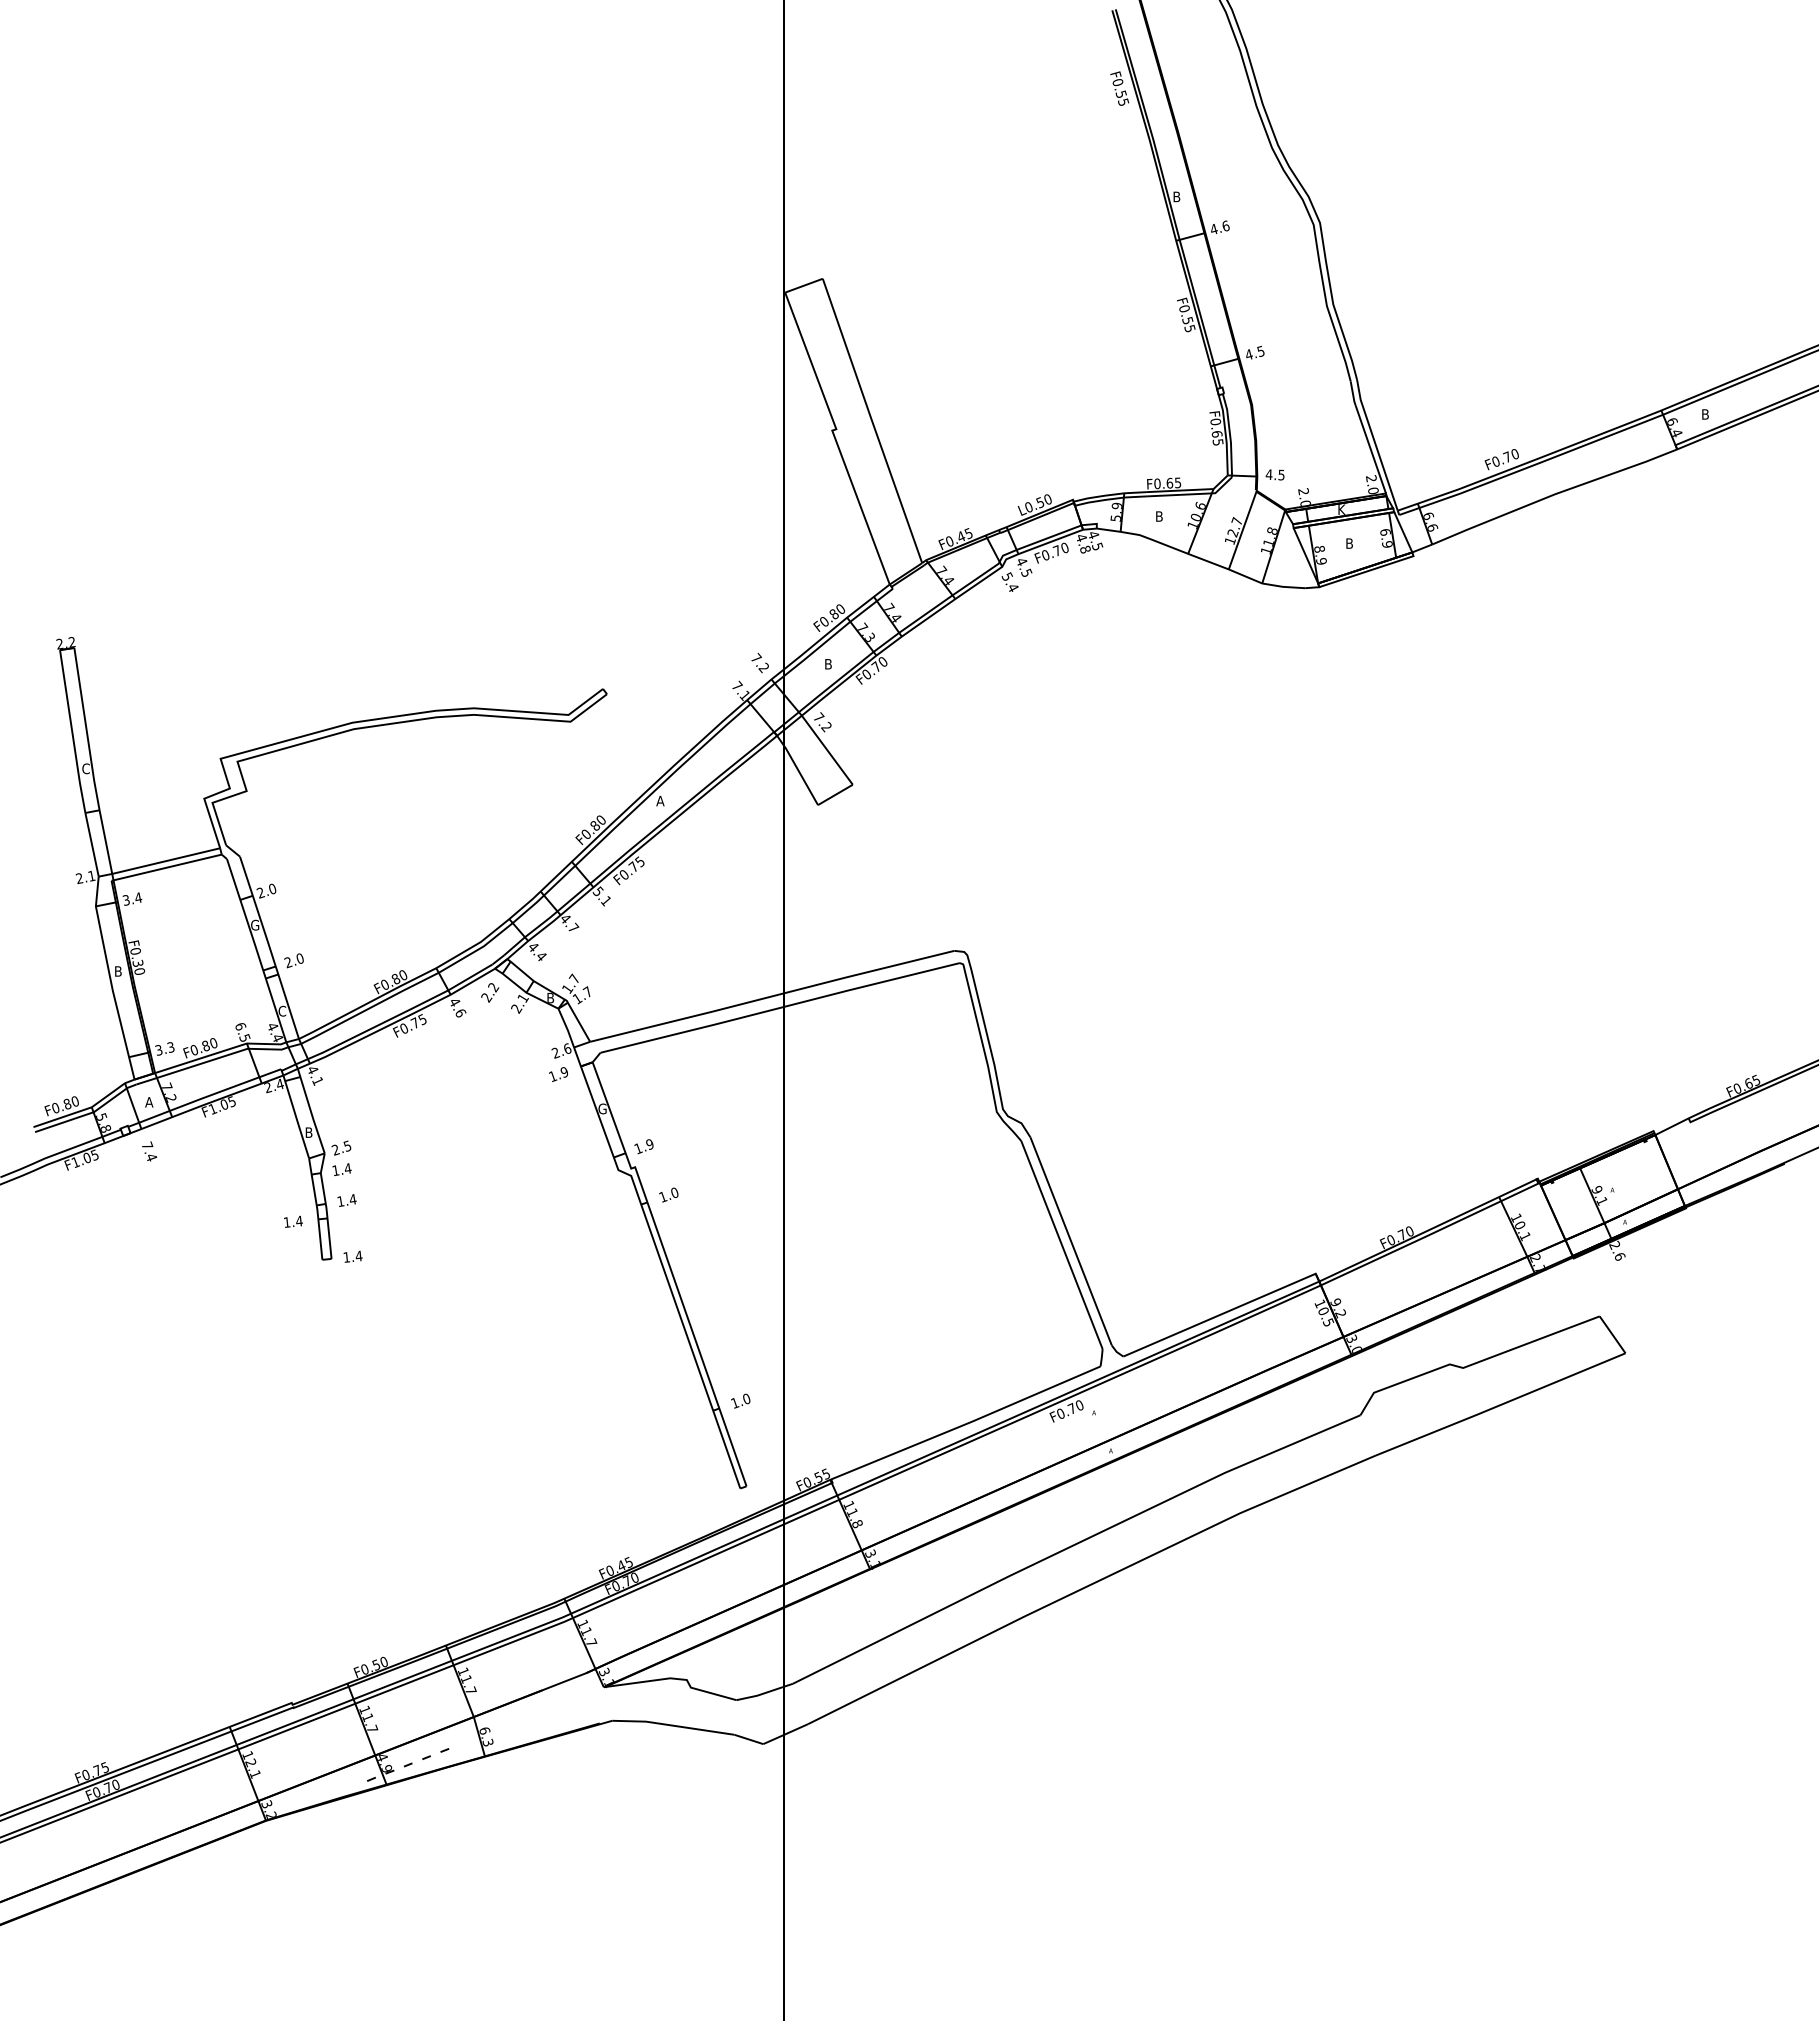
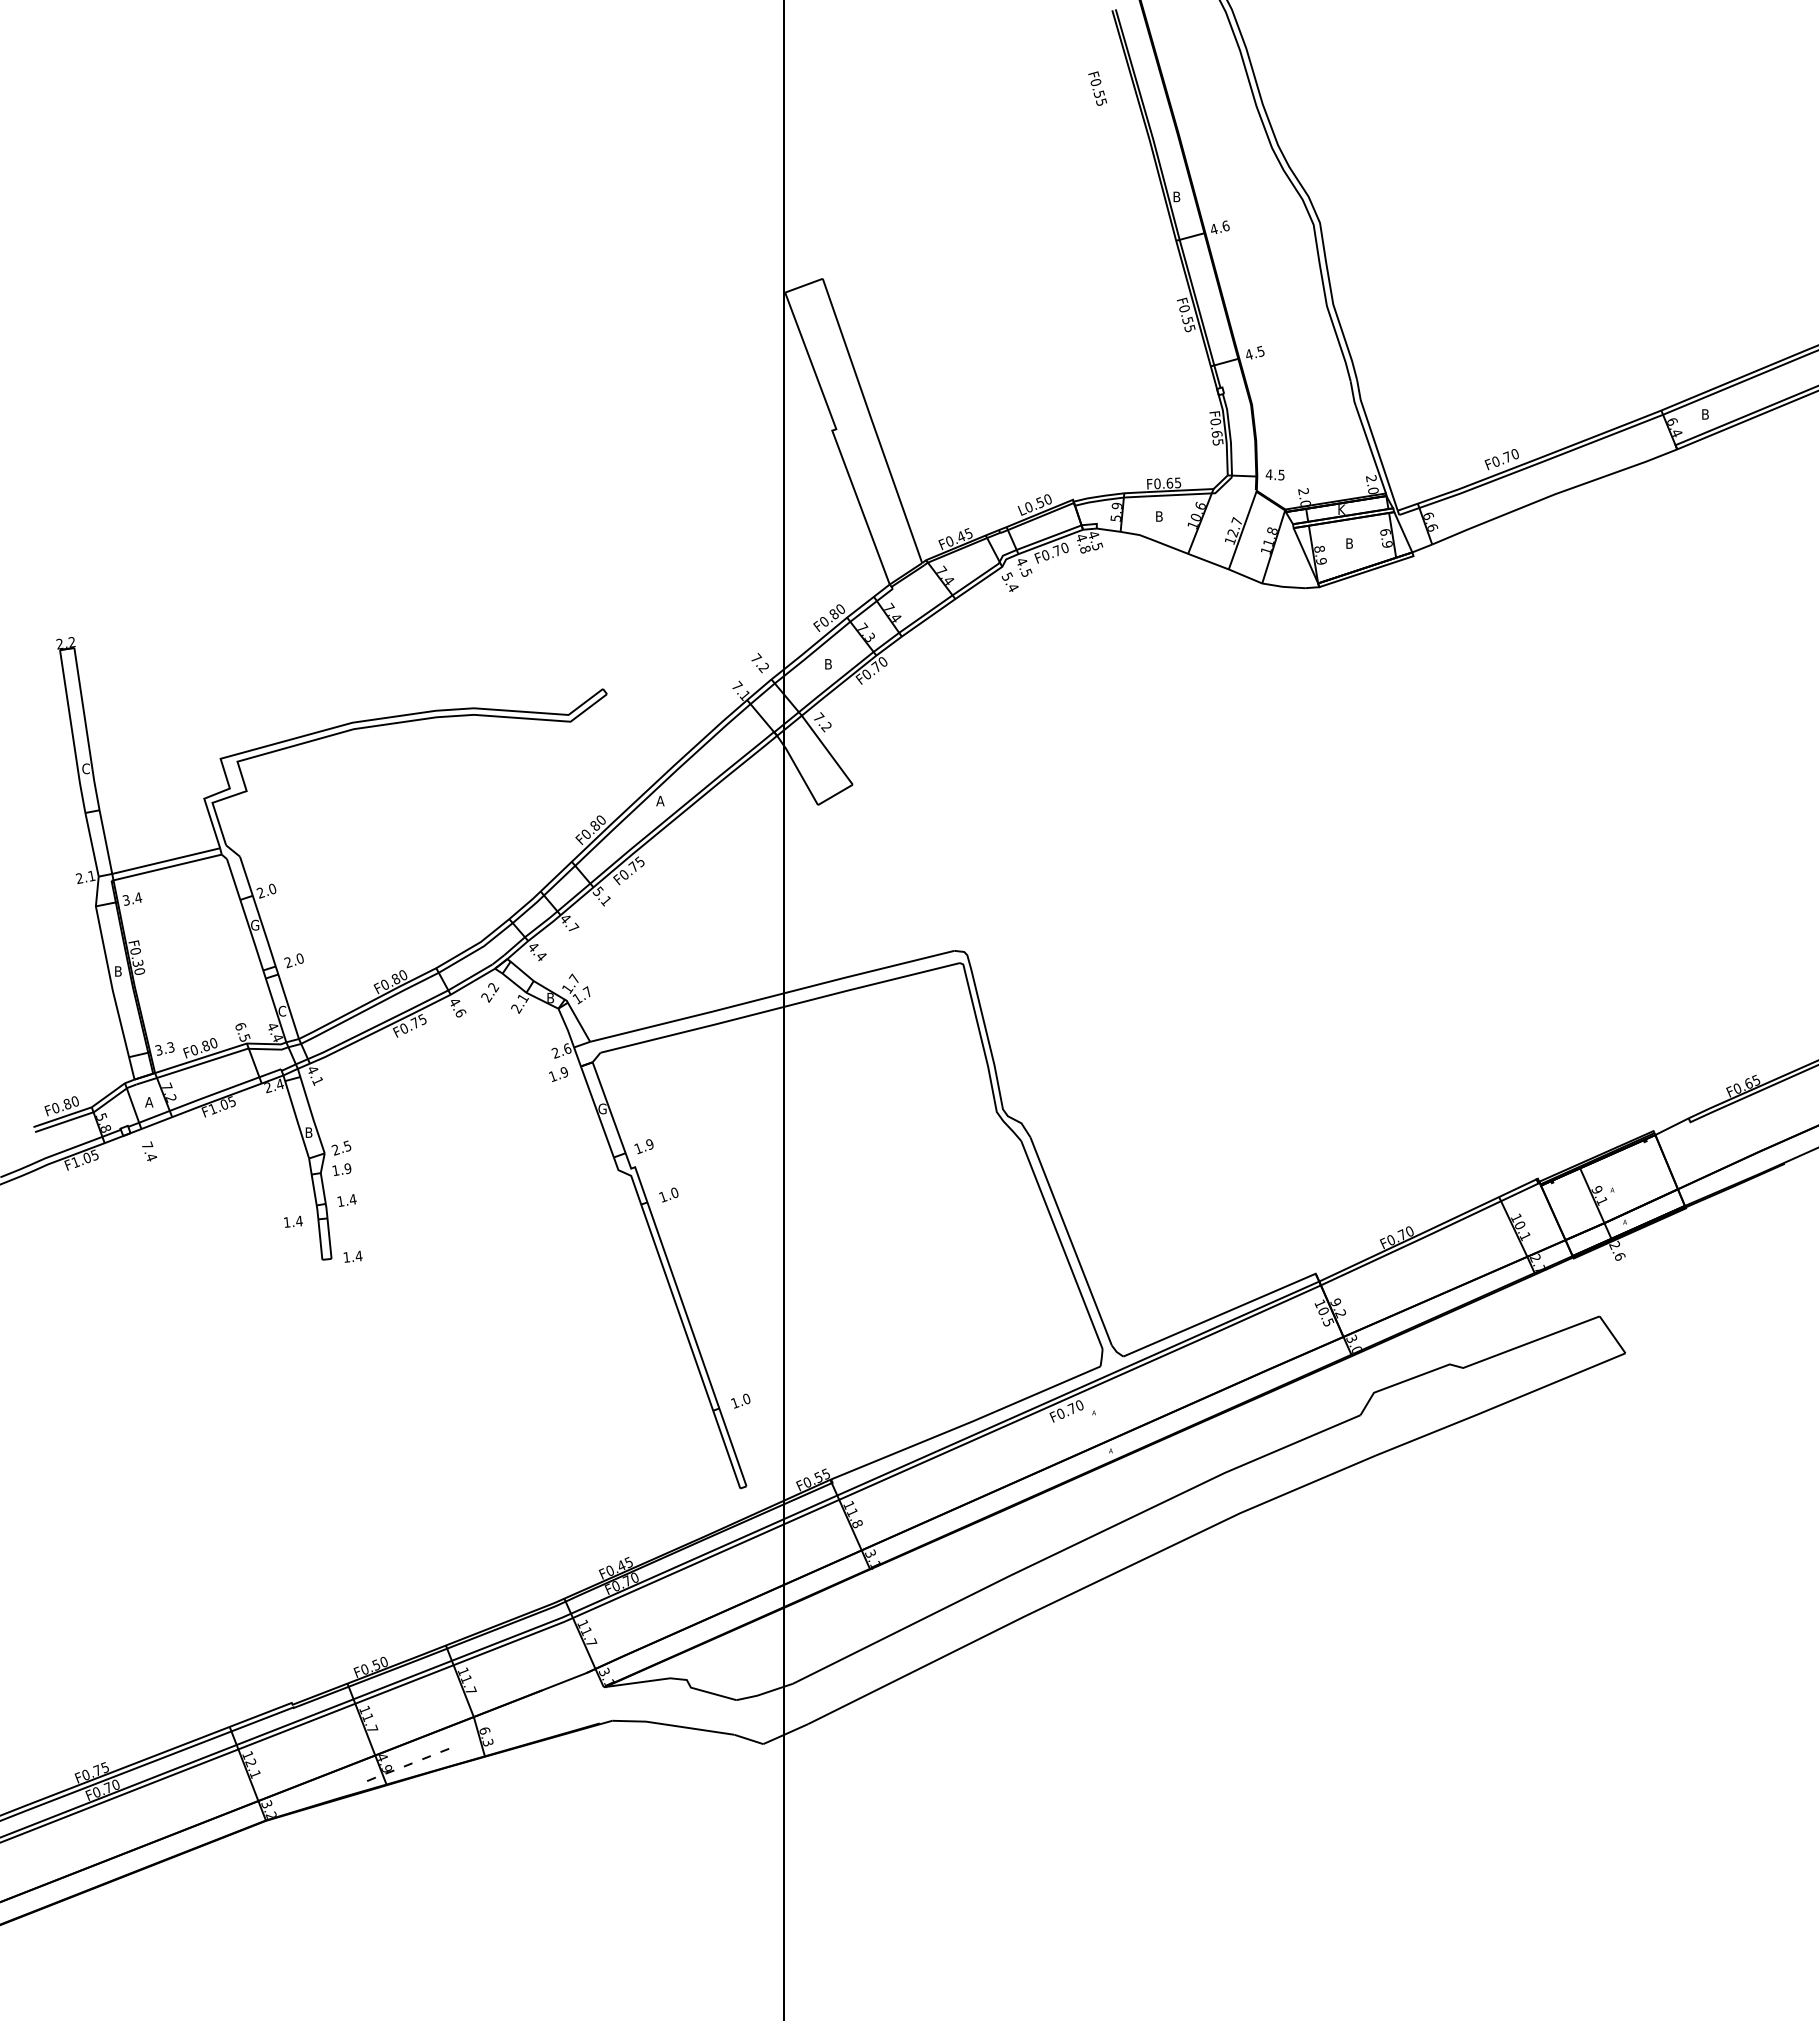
text at (1119, 88) position: (1119, 88) -> (1097, 88)
text at (347, 1168): 1.4 -> 1.9
